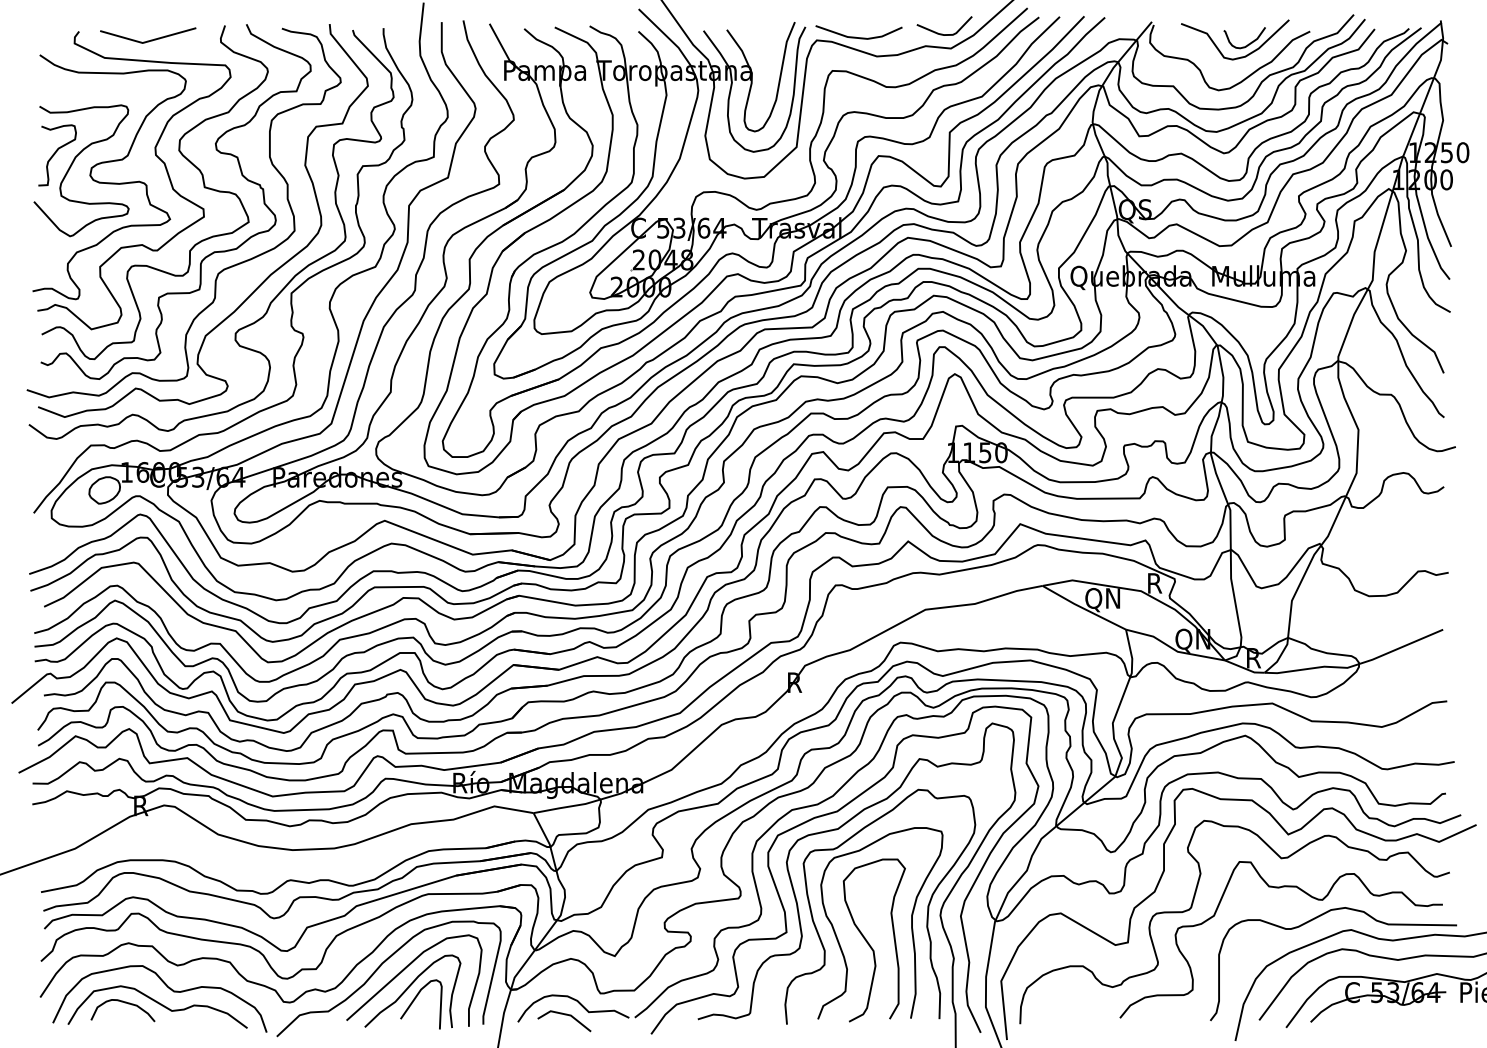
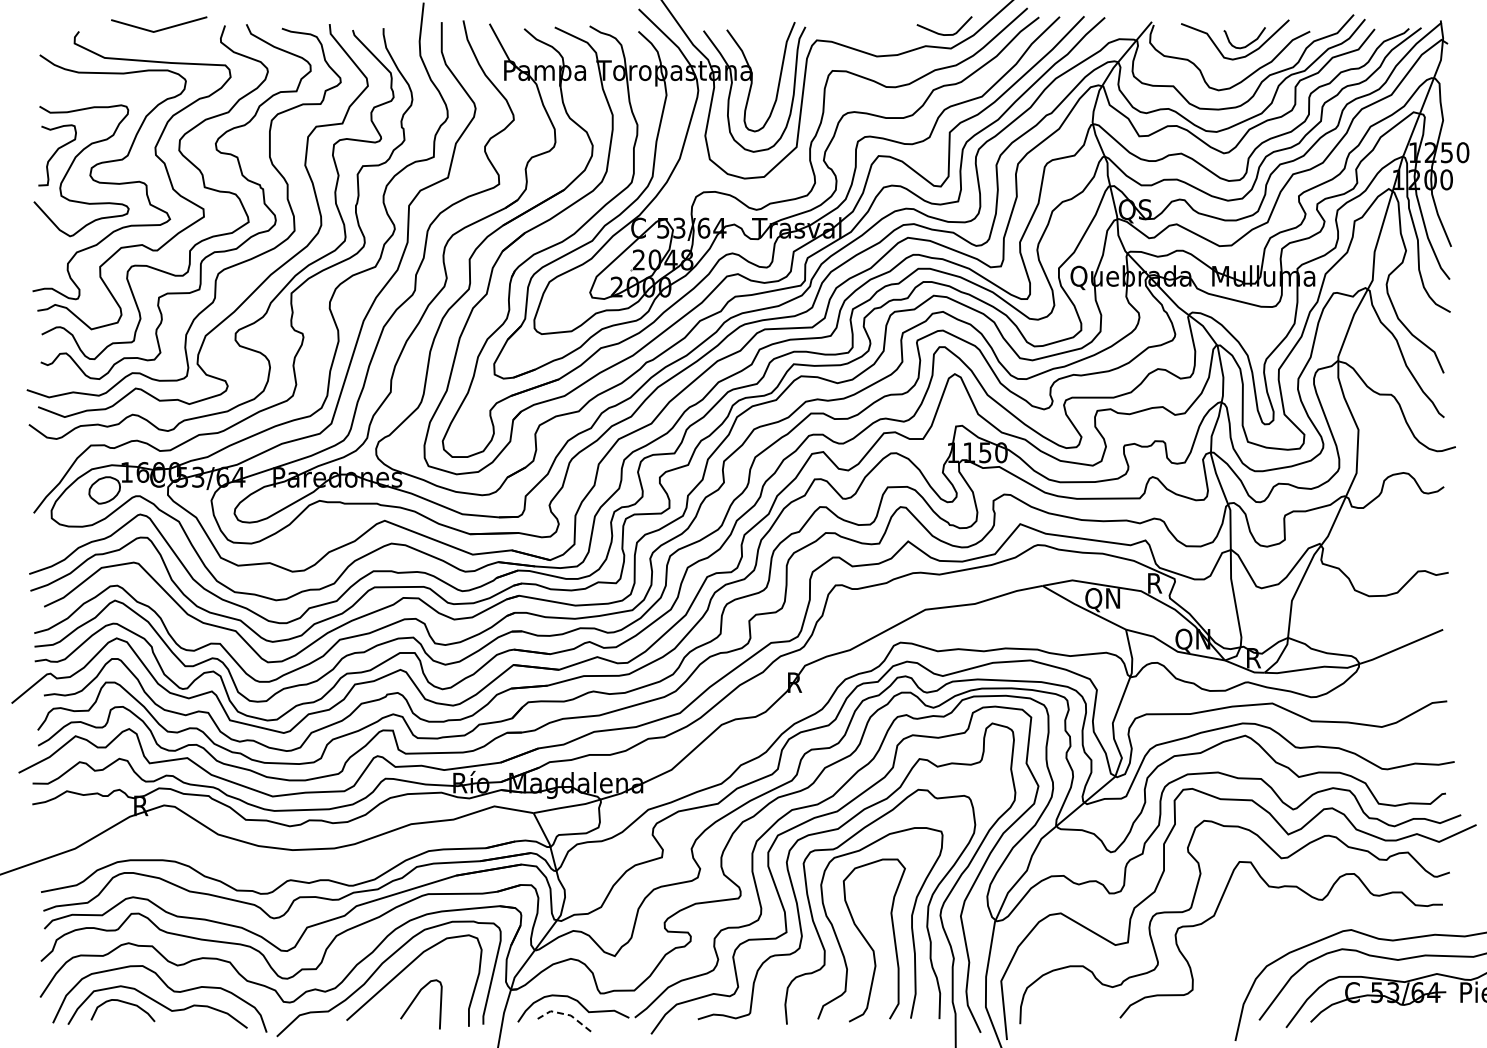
line at (855, 36): present -> none
line at (150, 39) position: (150, 39) -> (161, 28)
curve at (1311, 921): present -> none
curve at (409, 987): present -> none
line at (565, 1014): solid -> dashed
